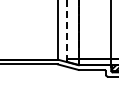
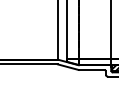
line at (67, 30): dashed -> solid
